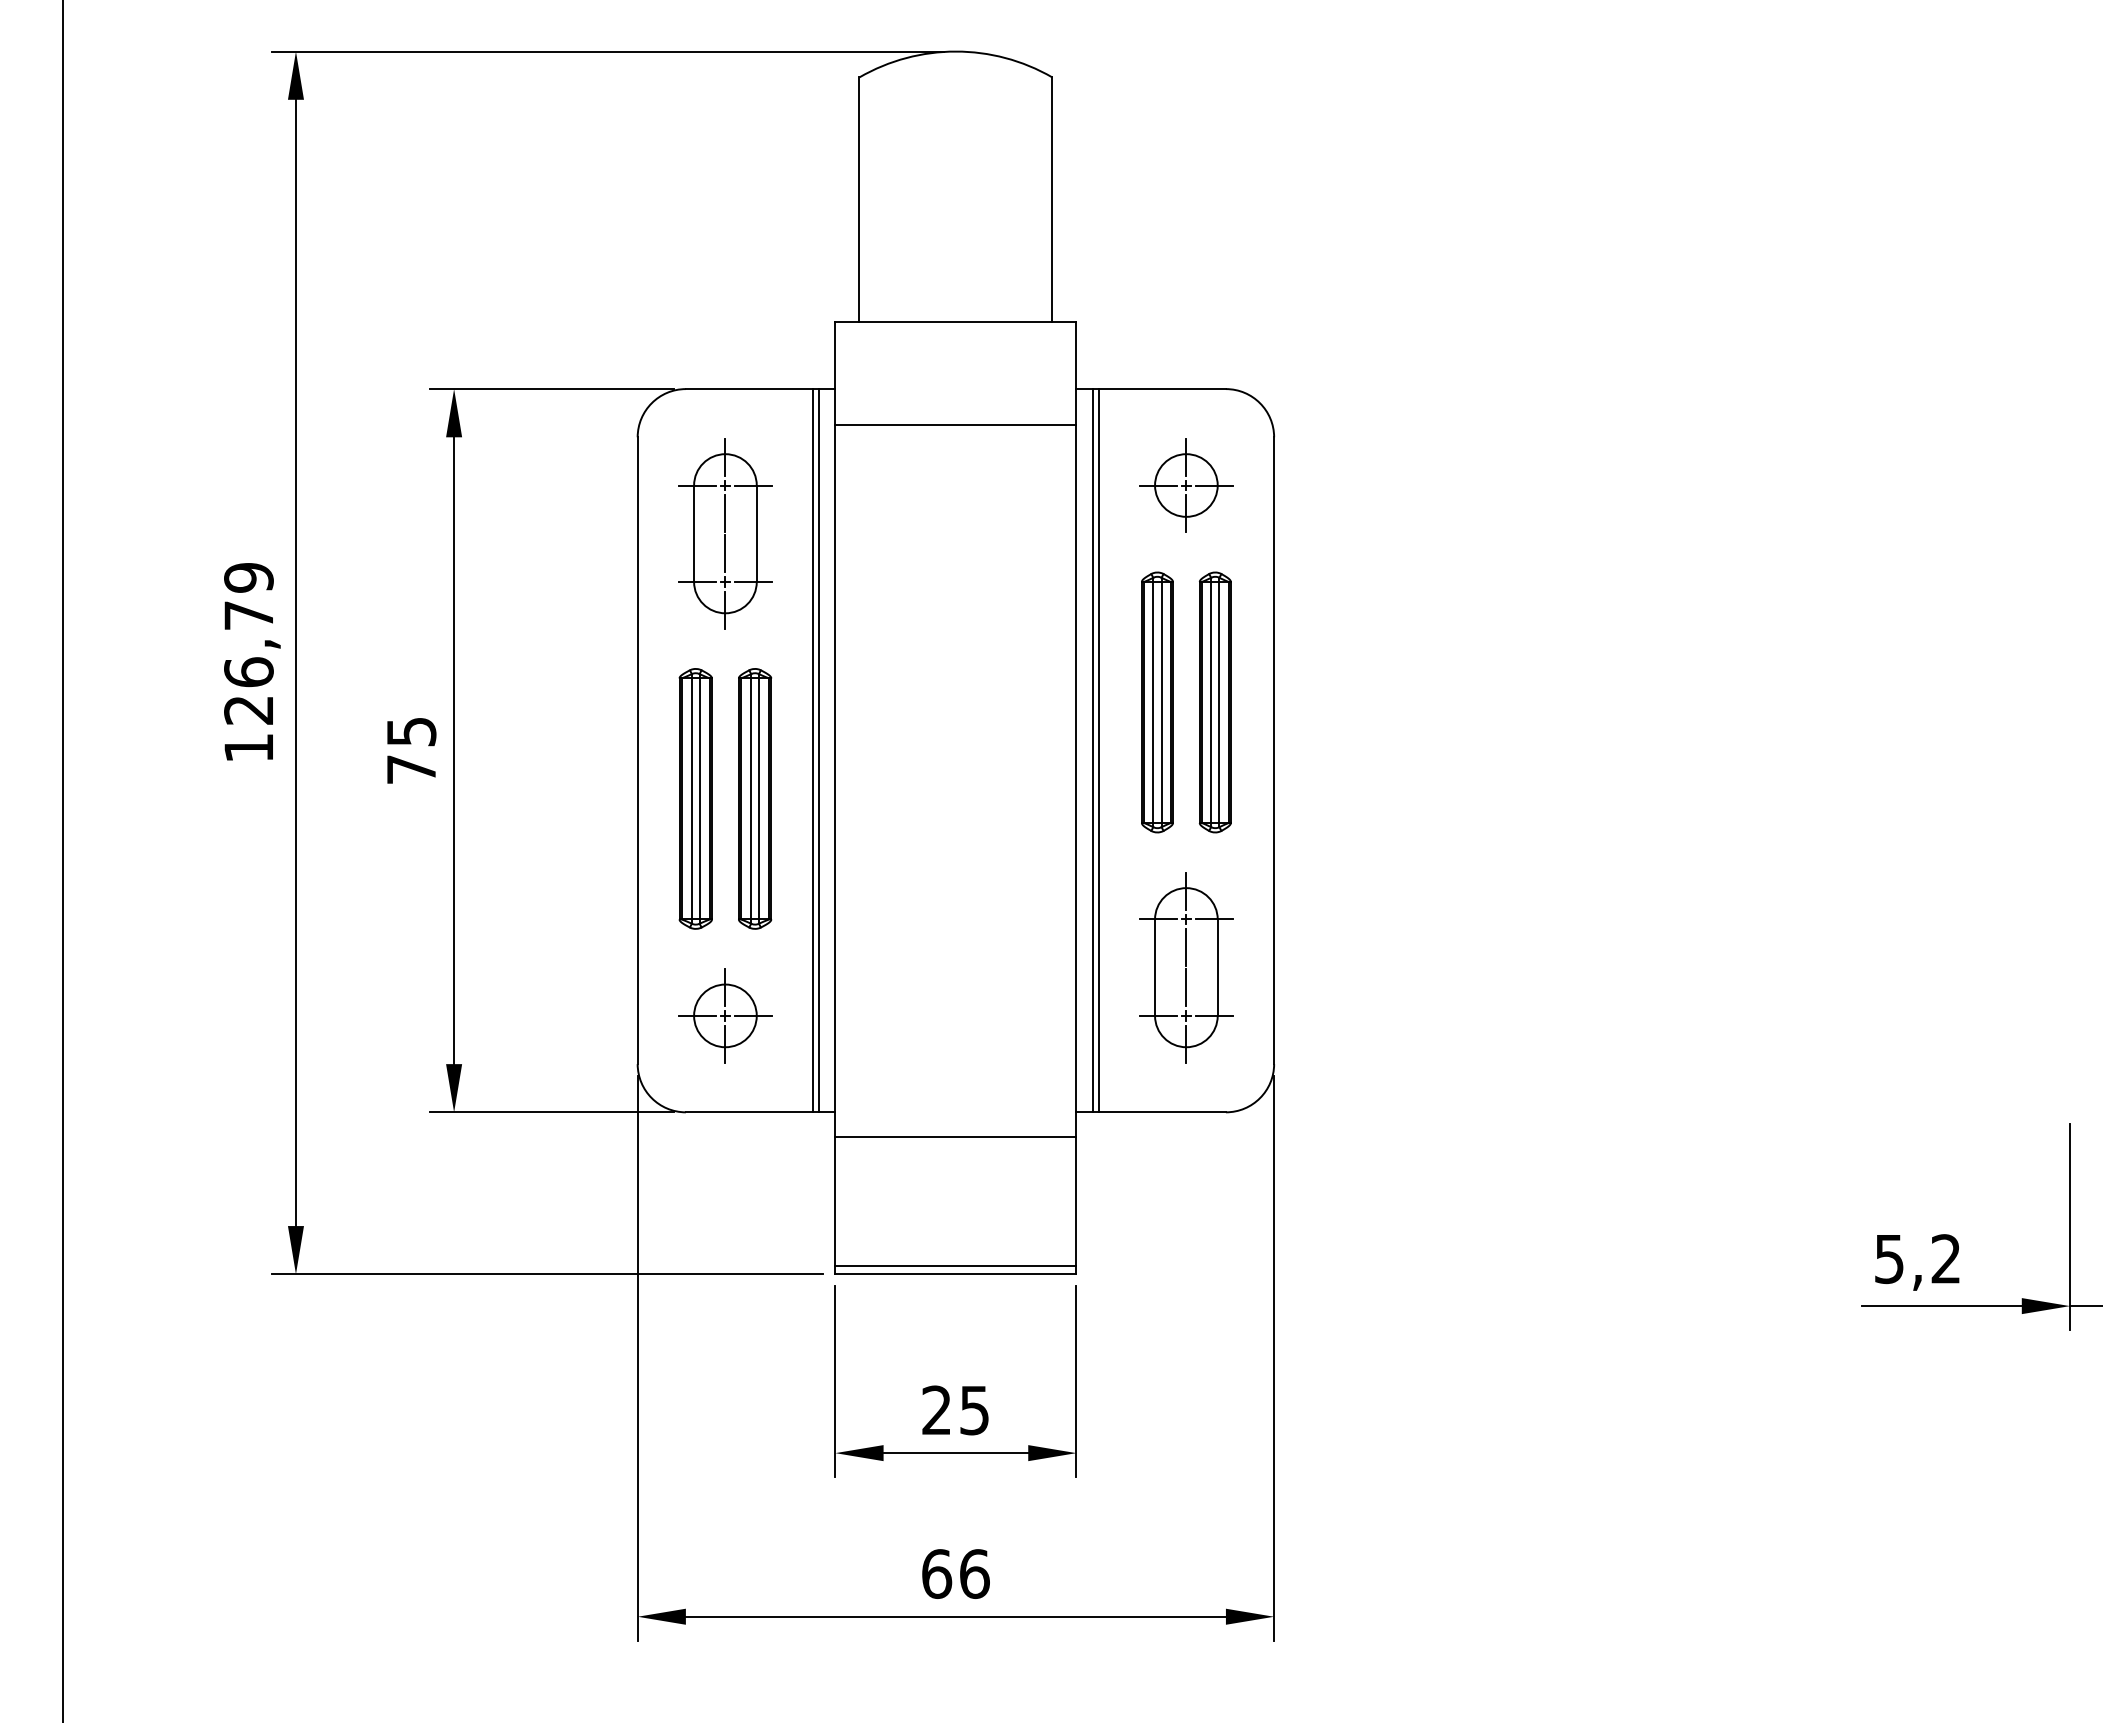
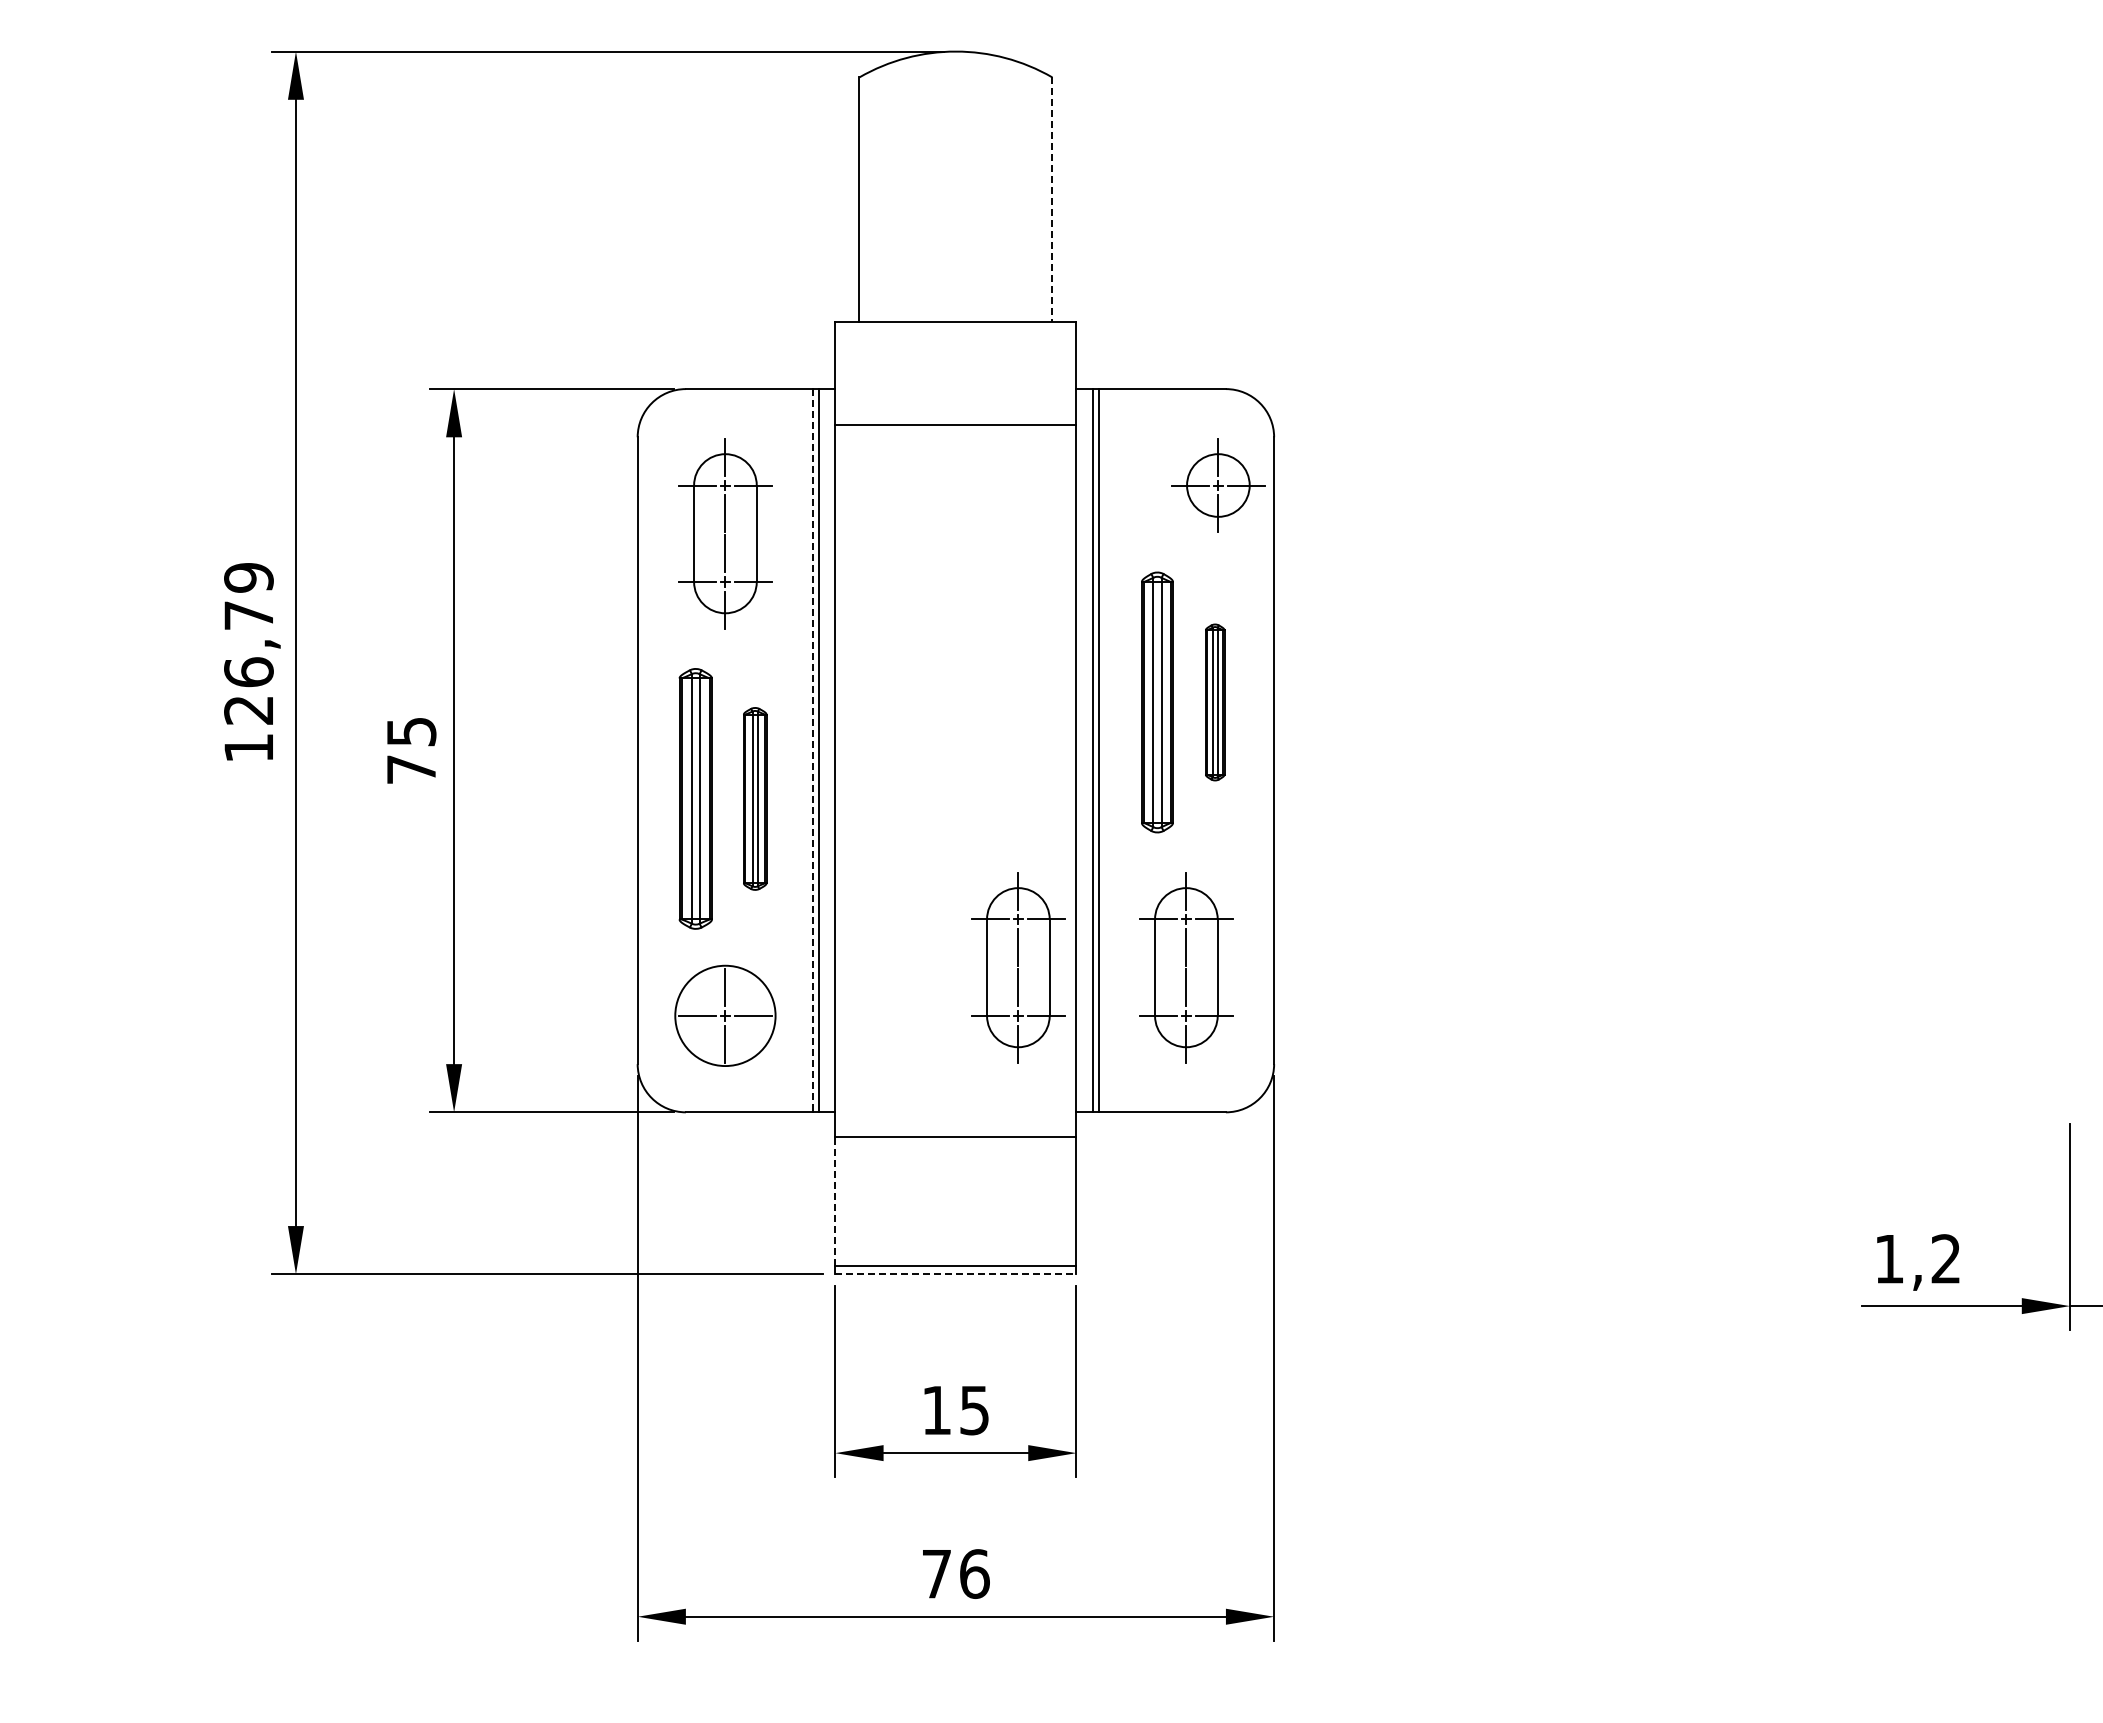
line at (1052, 200): solid -> dashed
part at (1186, 485) position: (1186, 485) -> (1218, 485)
part at (1214, 702) size: 34x263 px -> 21x159 px
line at (813, 750): solid -> dashed
part at (755, 798) size: 35x262 px -> 25x184 px
line at (63, 860): present -> none
part at (1018, 967): none -> present
circle at (725, 1015) diameter: 63 px -> 100 px
line at (835, 1201): solid -> dashed
text at (1889, 1259): 5,2 -> 1,2
line at (955, 1274): solid -> dashed
text at (936, 1409): 25 -> 15
text at (937, 1573): 66 -> 76
